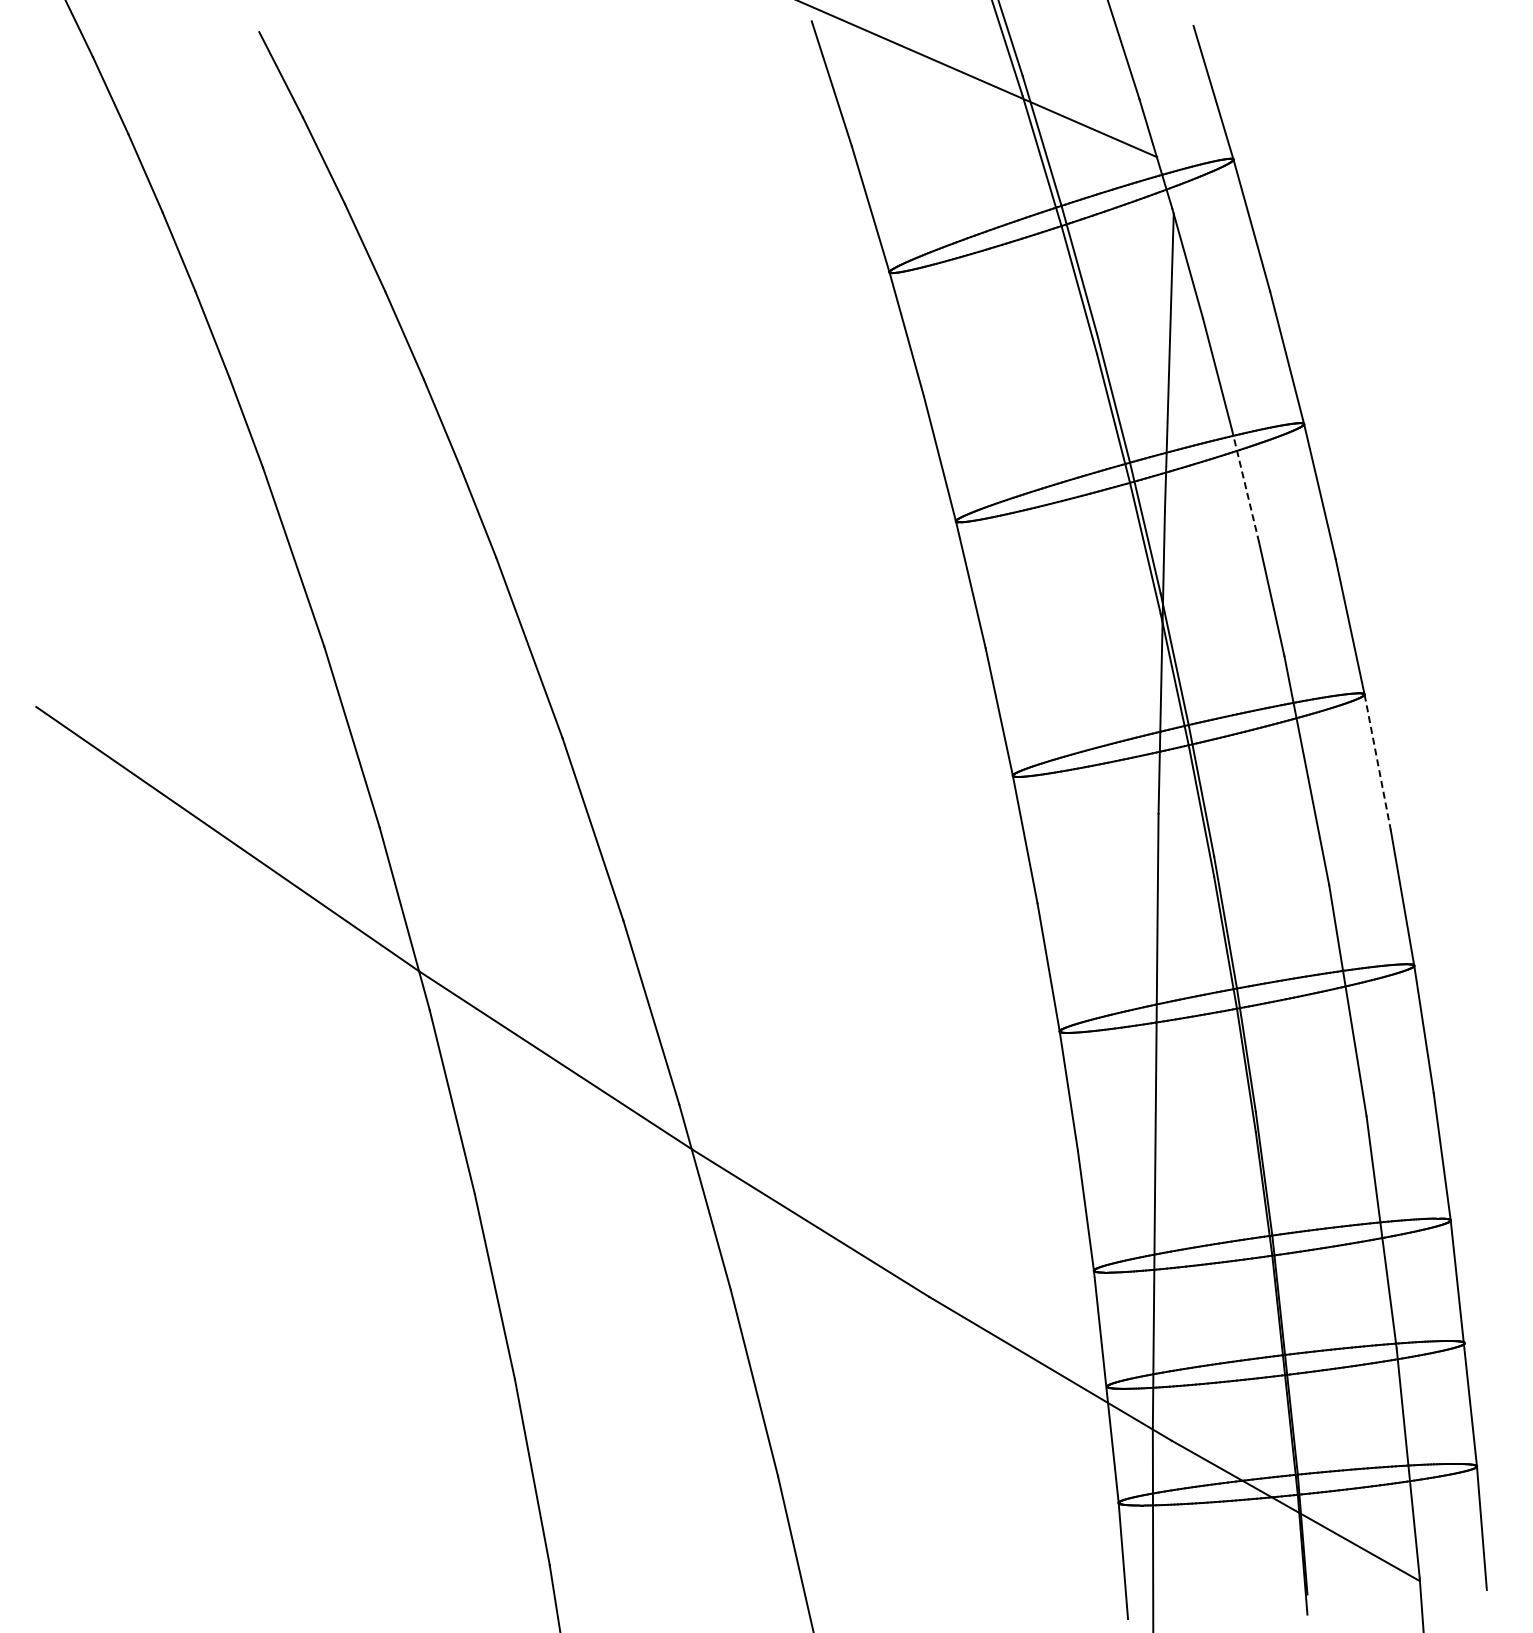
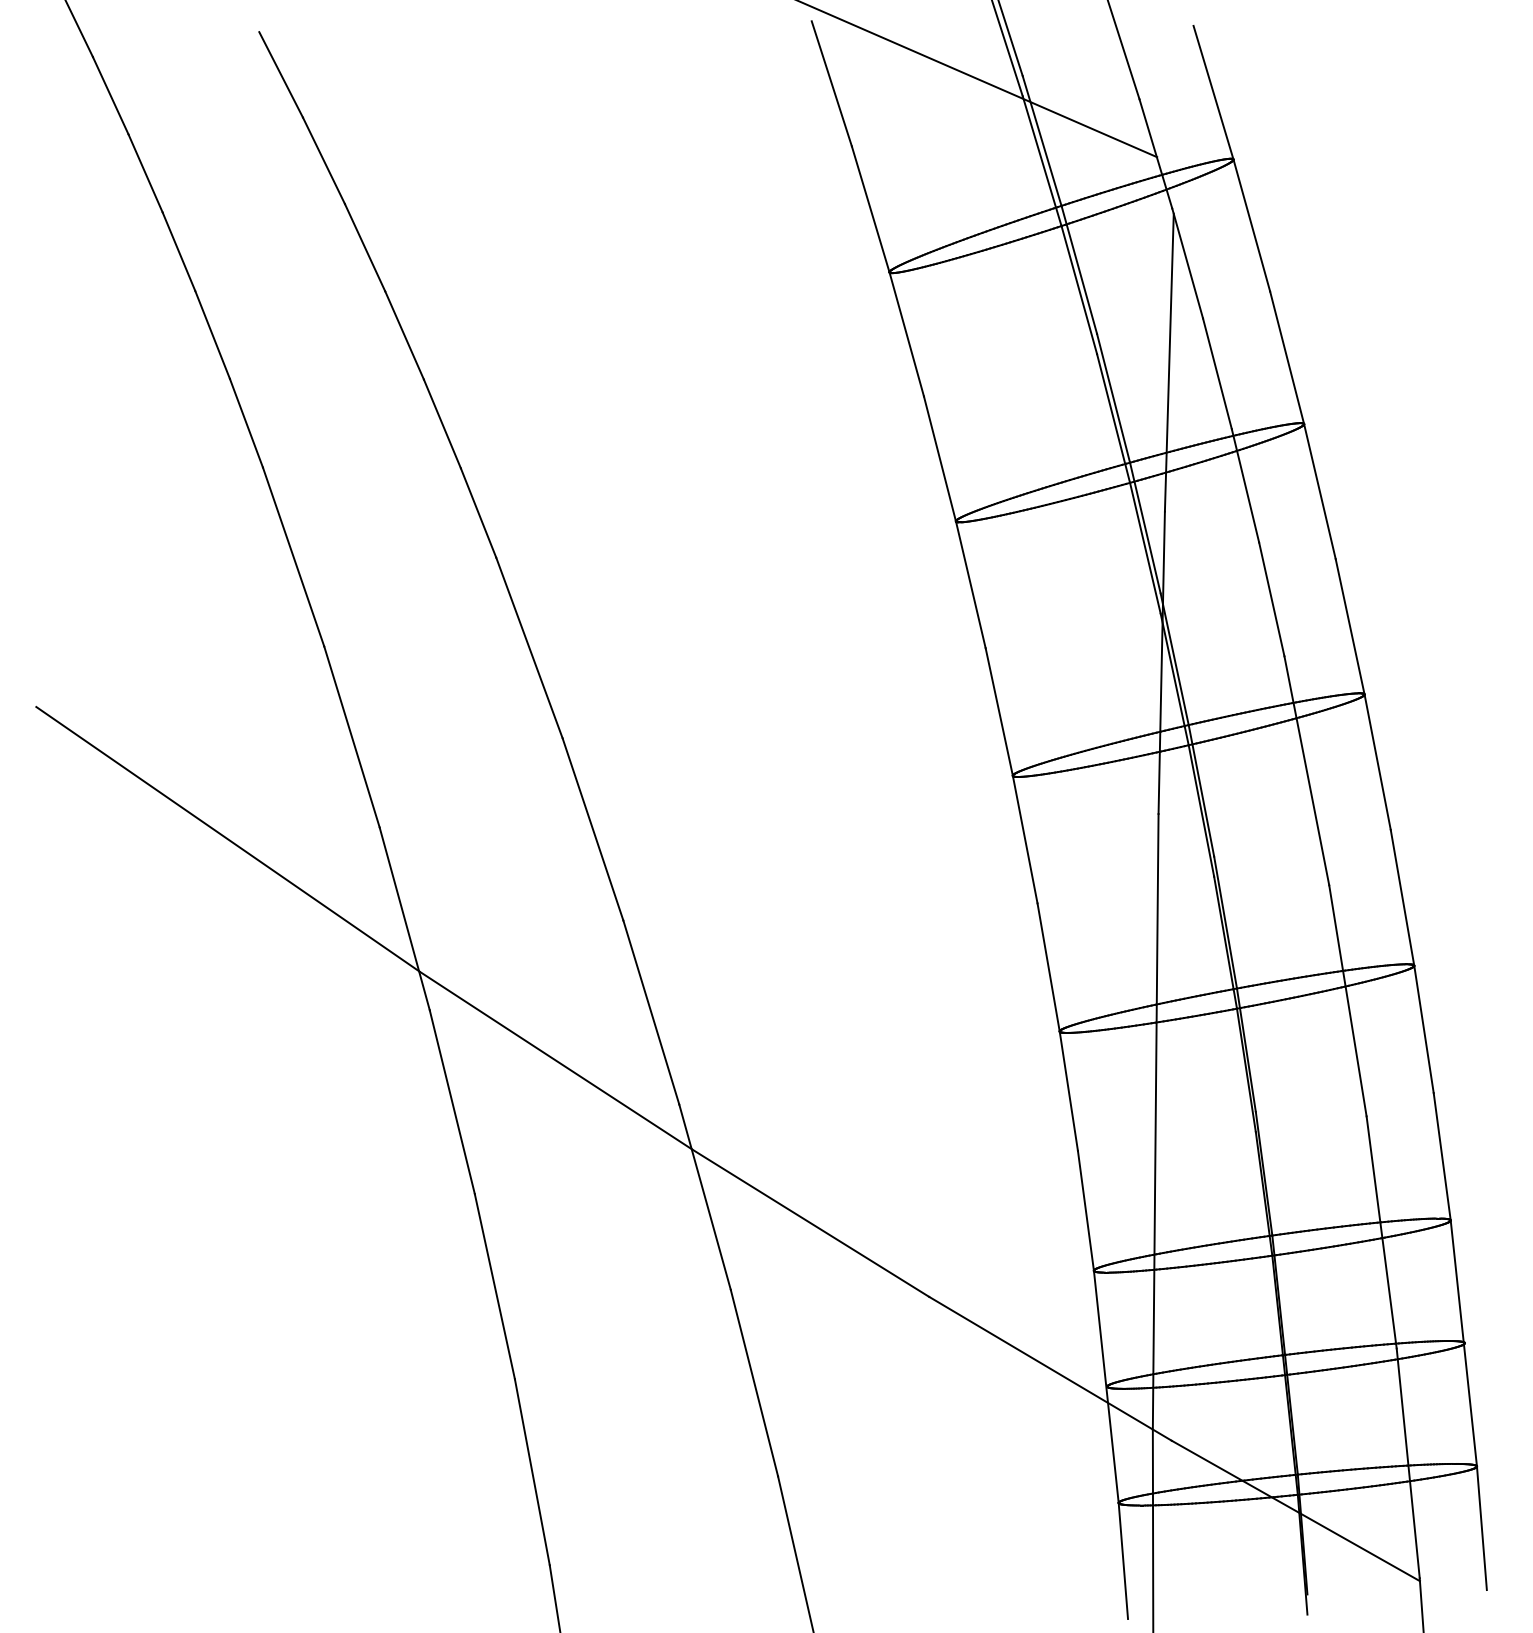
line at (1245, 485): dashed -> solid
line at (1377, 762): dashed -> solid
